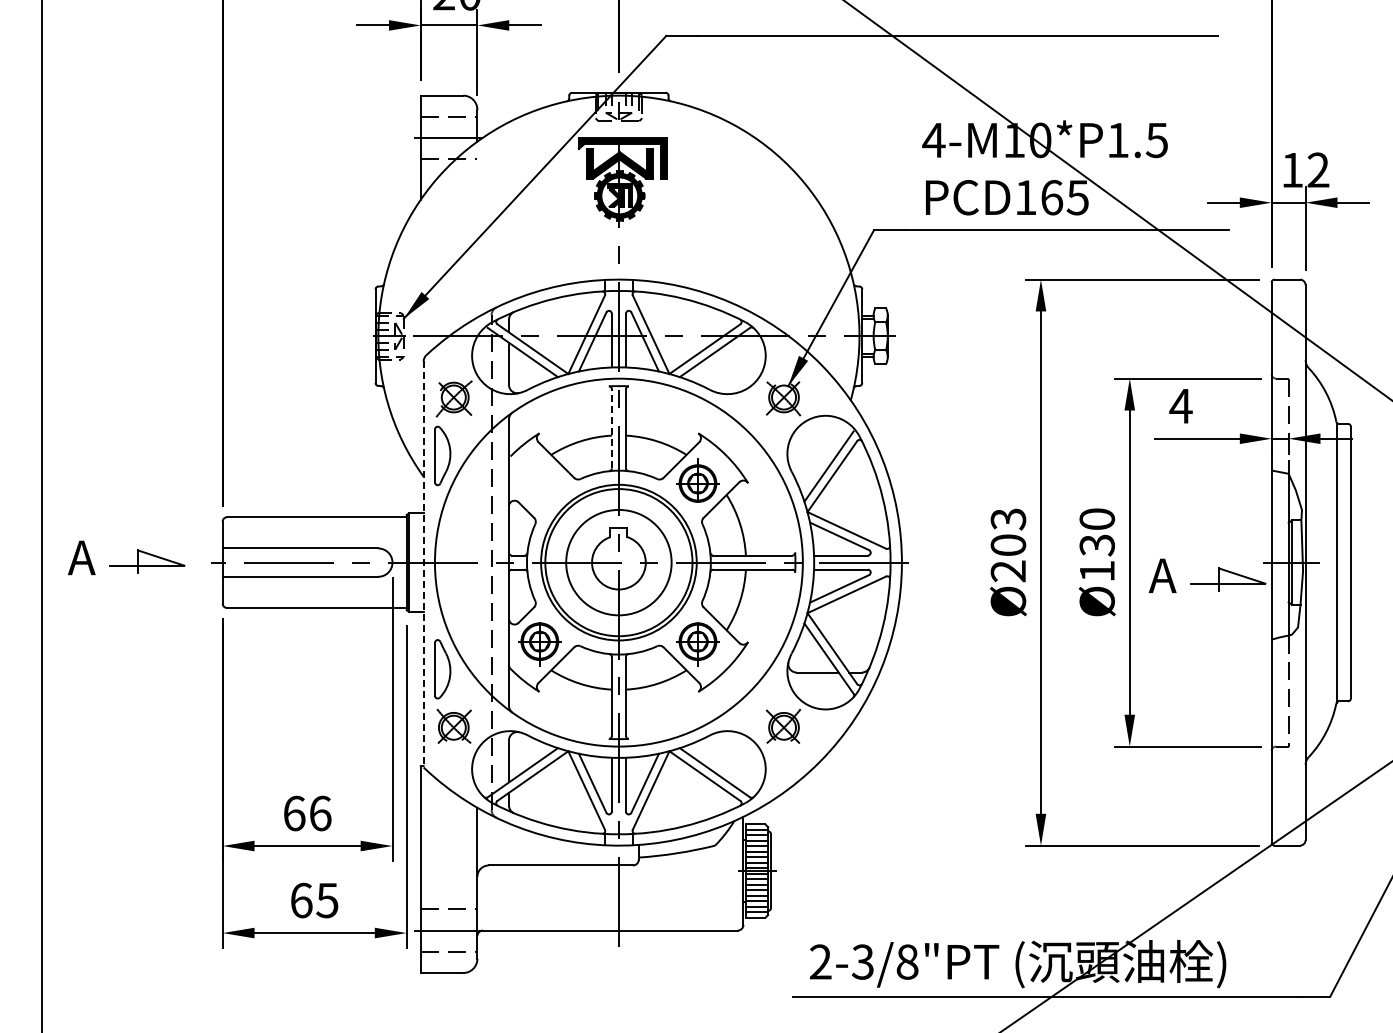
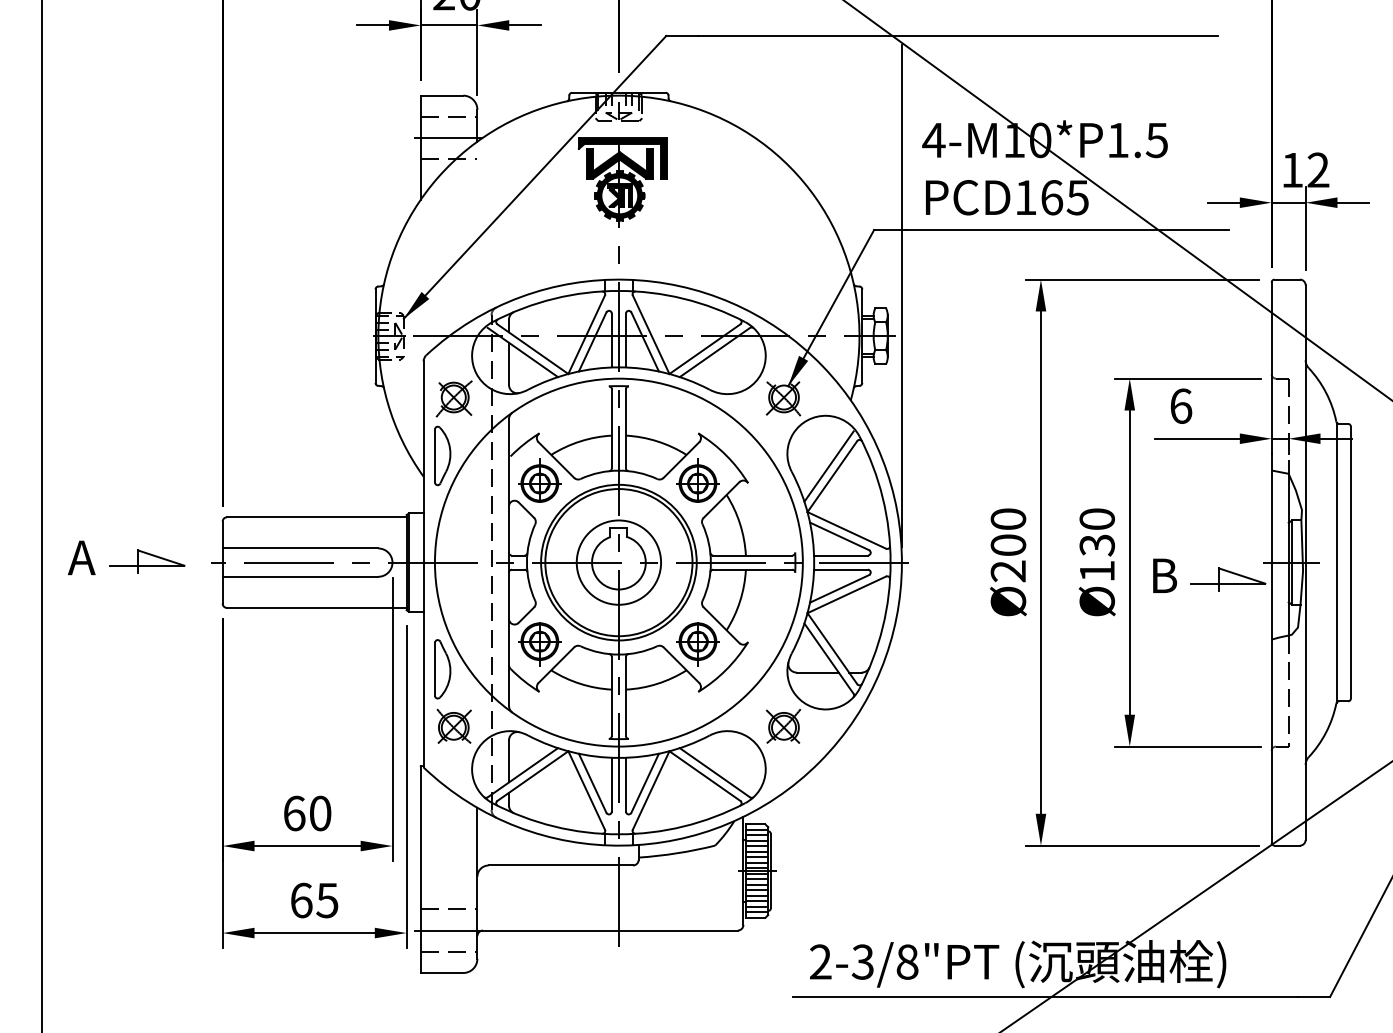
line at (901, 296): none -> present
text at (1180, 405): 4 -> 6
line at (611, 428): dashed -> solid
part at (539, 480): none -> present
text at (1008, 519): Ø203 -> Ø200
circle at (618, 562) diameter: 105 px -> 84 px
line at (423, 564): dashed -> solid
text at (1162, 575): A -> B
text at (320, 813): 66 -> 60
